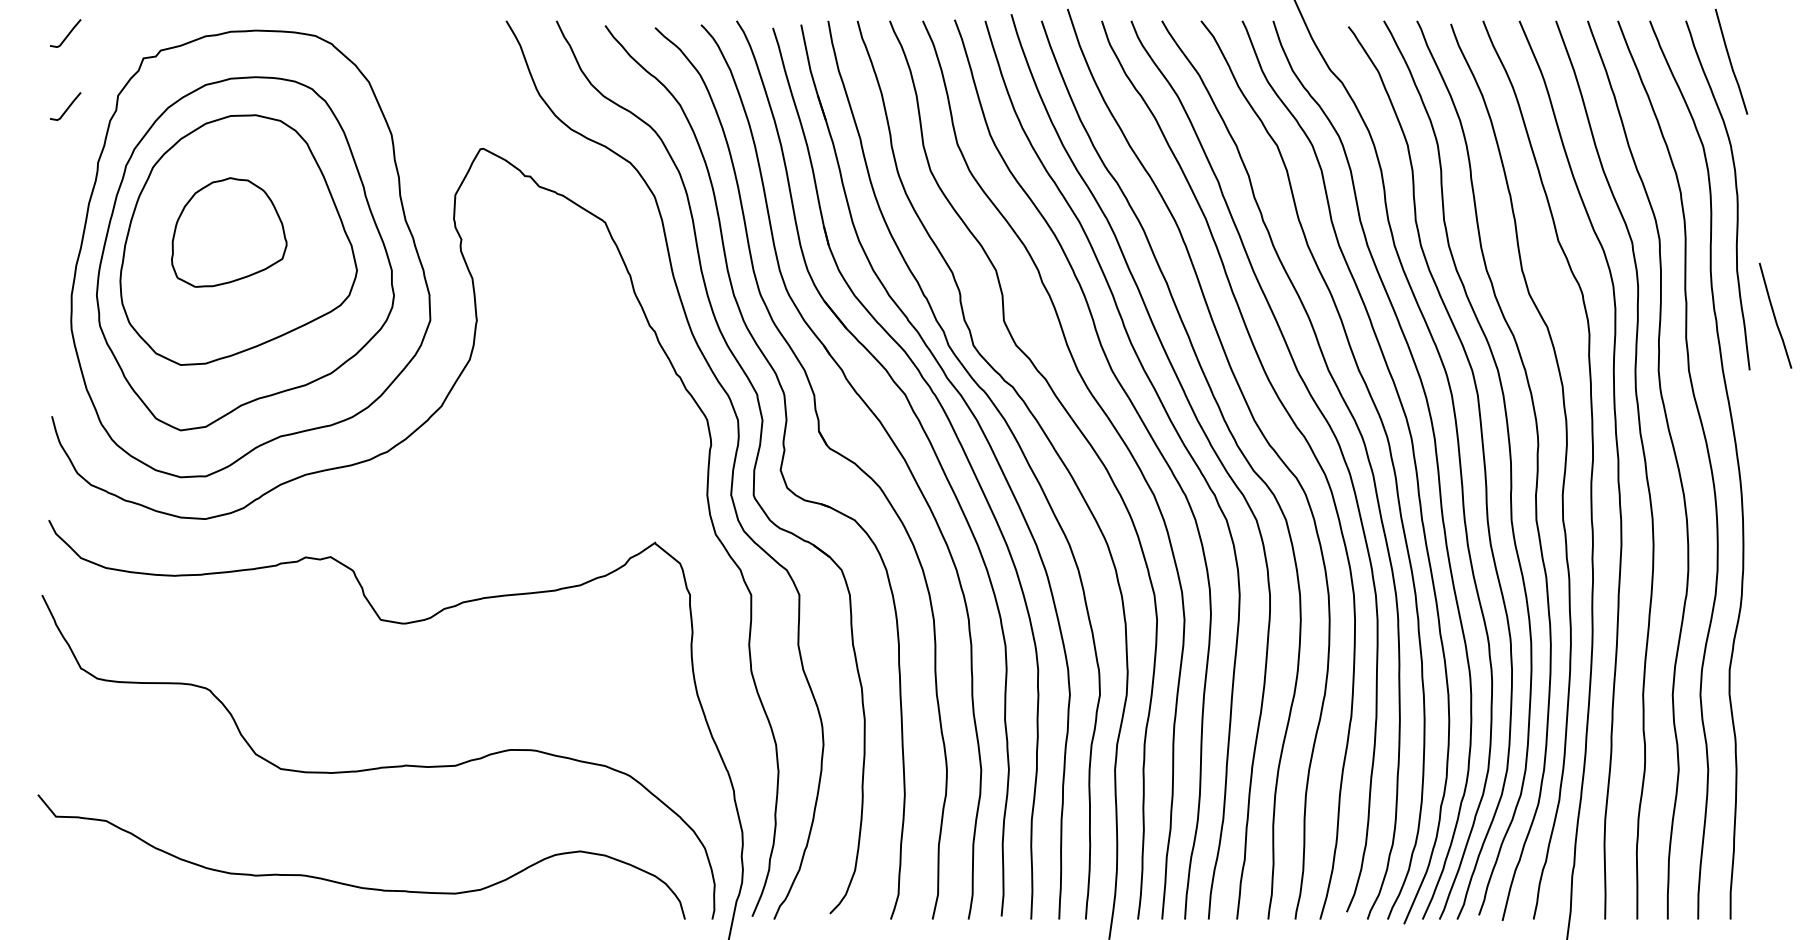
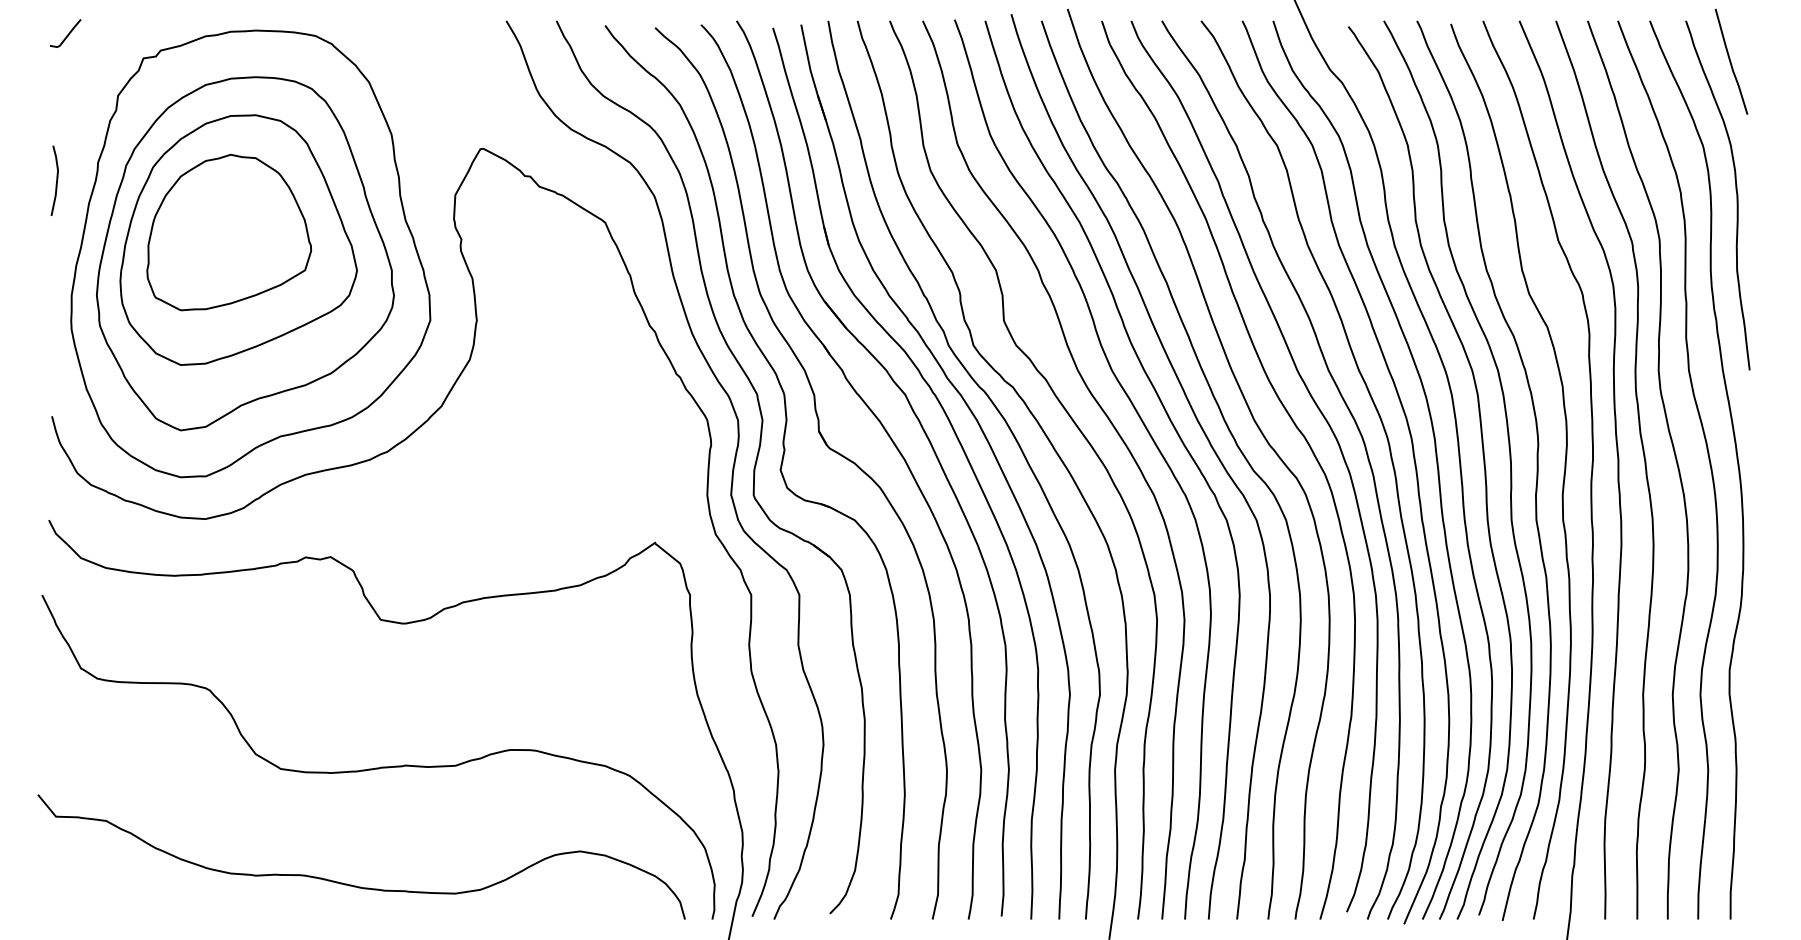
line at (67, 107): present -> none
line at (56, 180): none -> present
part at (229, 232) size: 117x111 px -> 167x159 px
line at (1775, 315): present -> none
